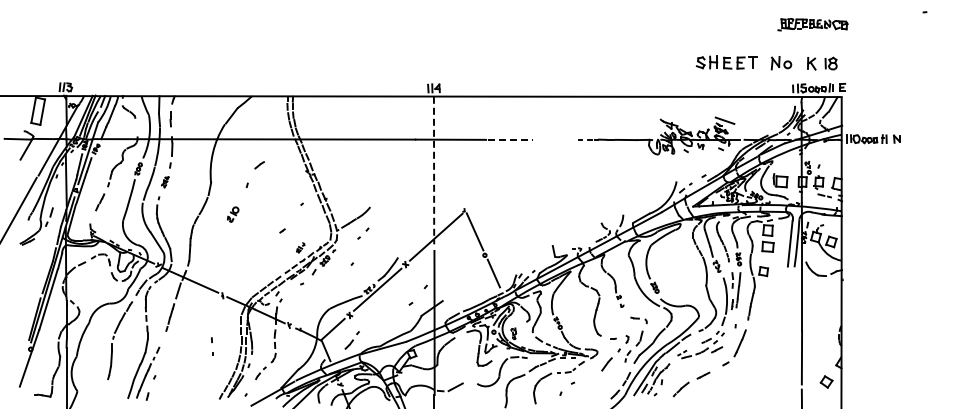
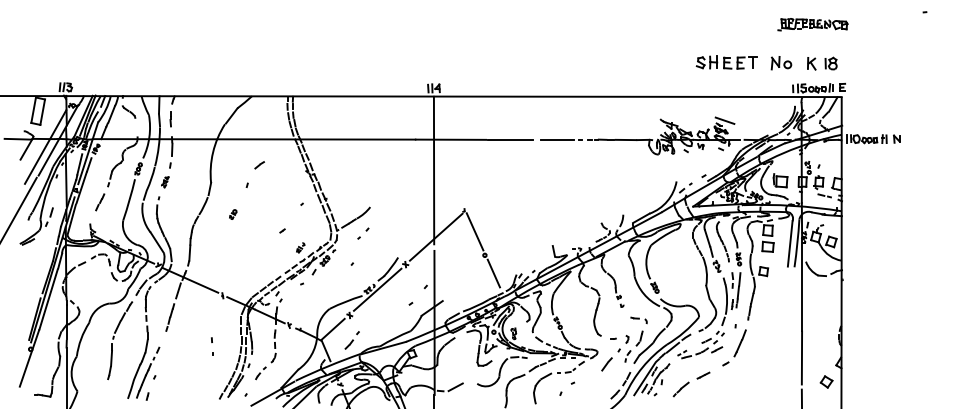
line at (510, 139): dashed -> solid
line at (557, 139): none -> present
line at (45, 146): none -> present
line at (434, 170): dashed -> solid
part at (232, 214) size: 14x17 px -> 9x11 px
